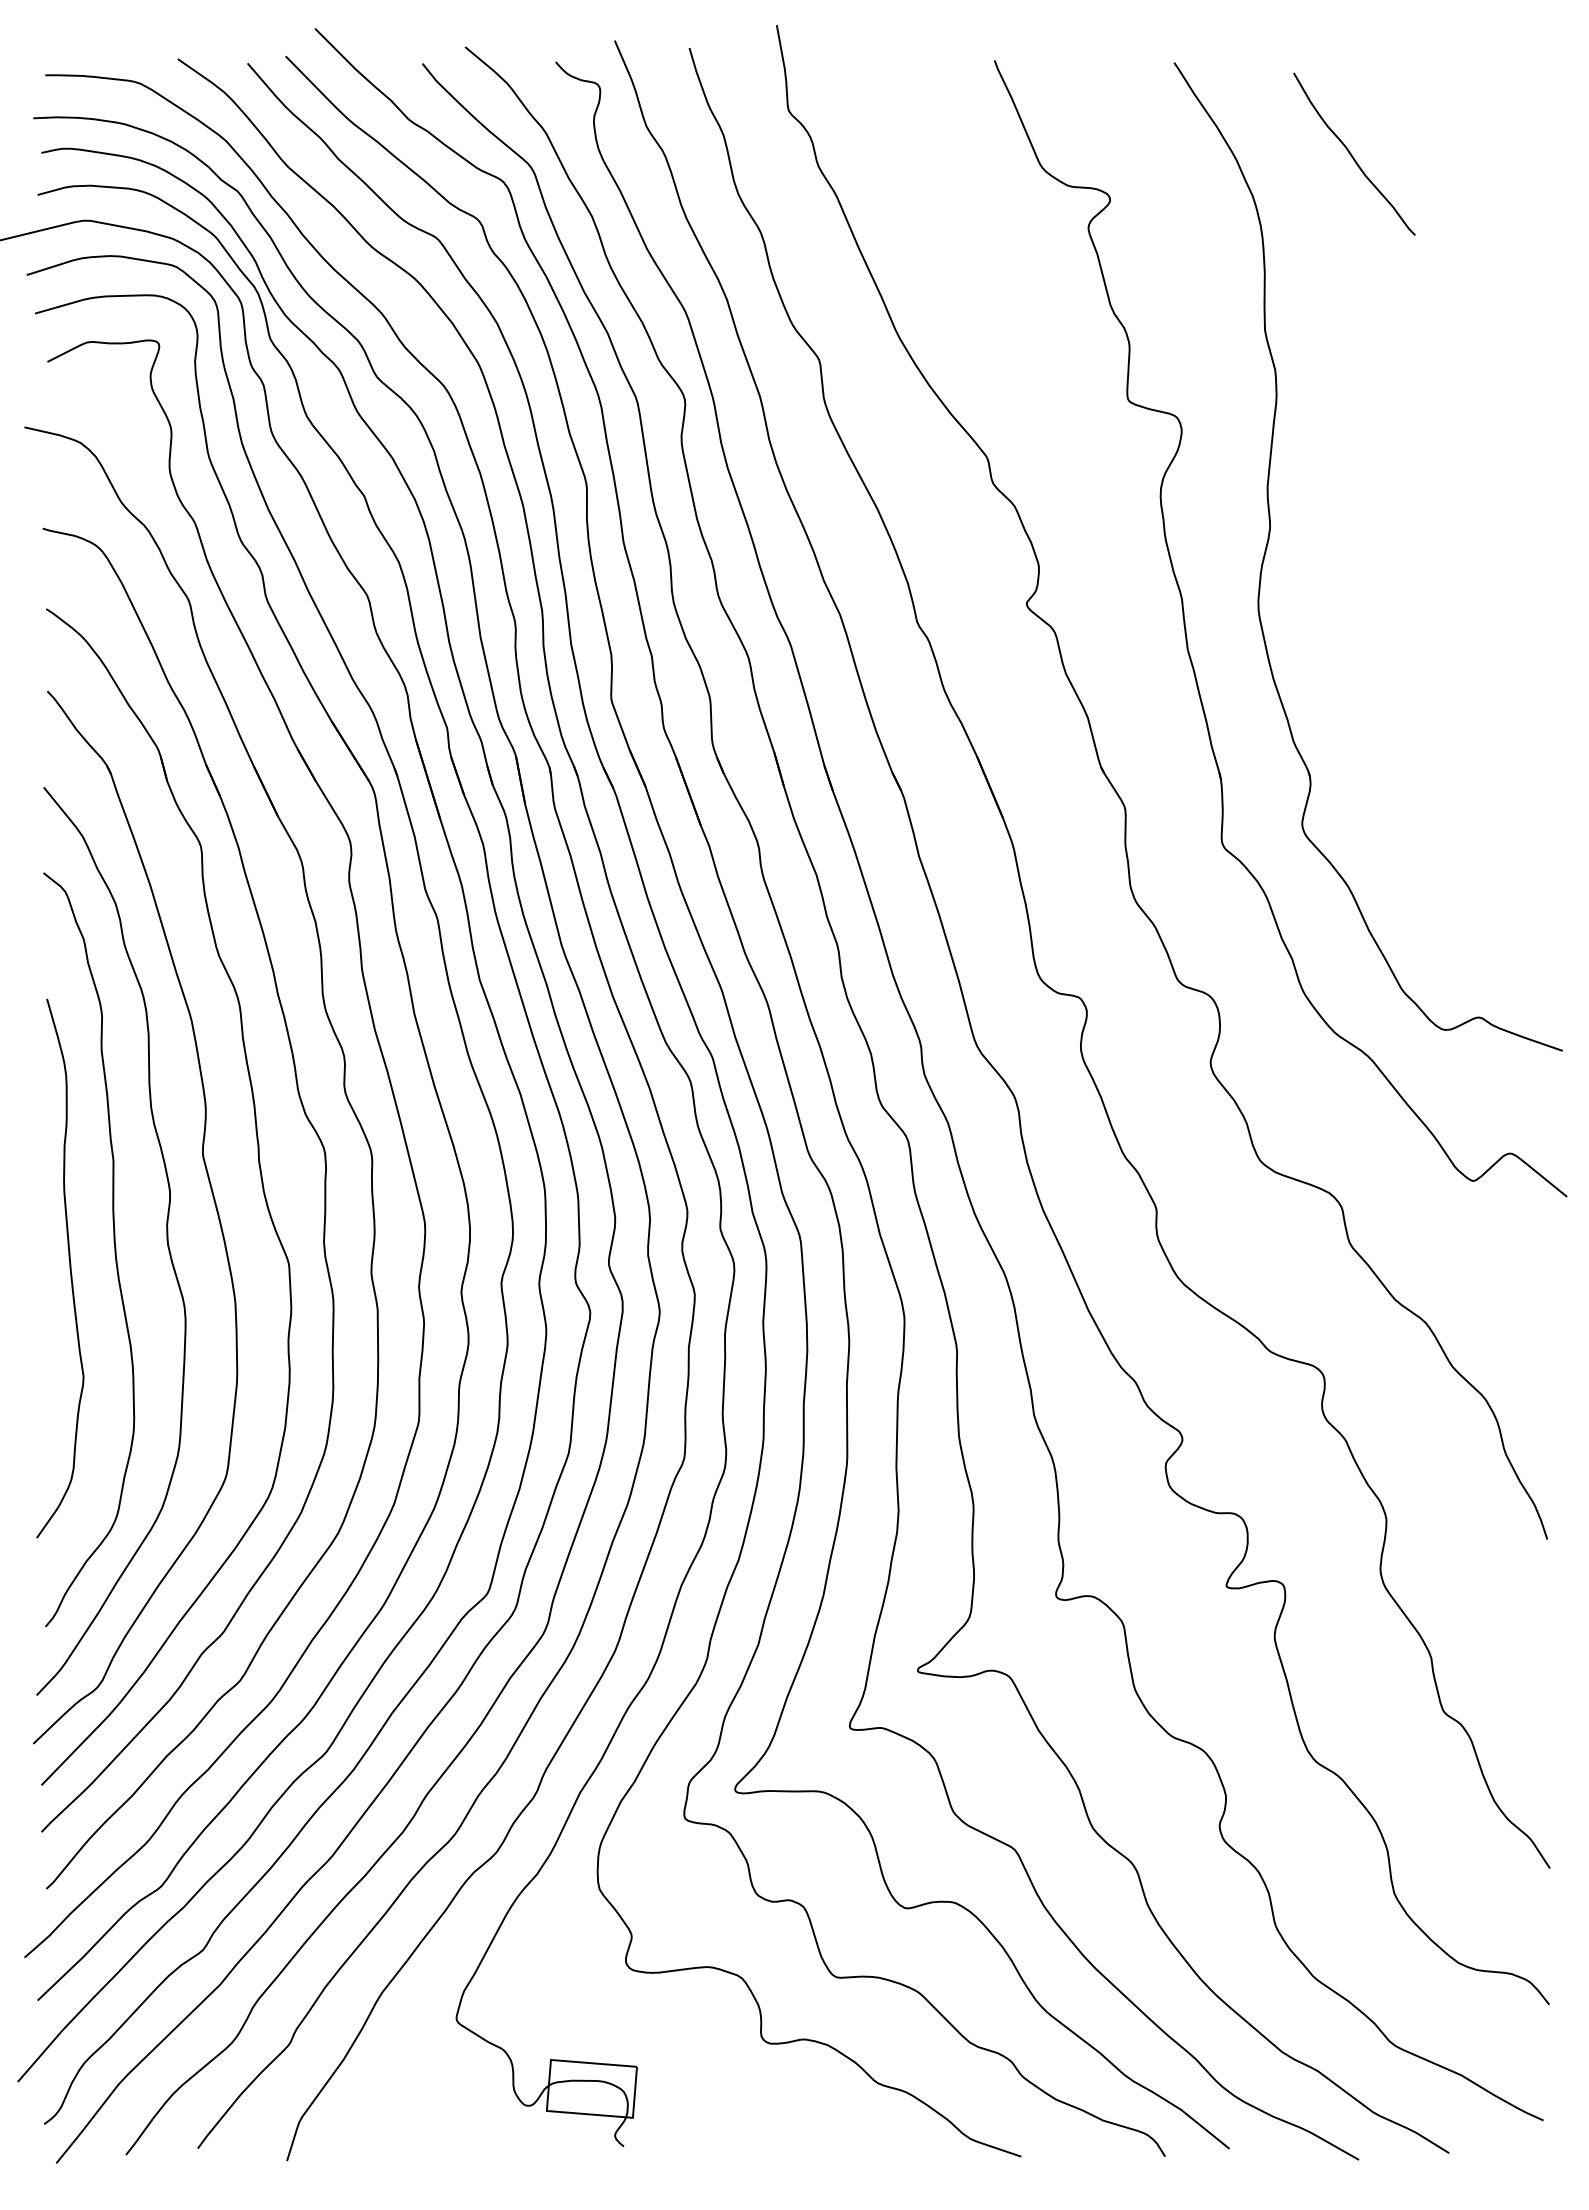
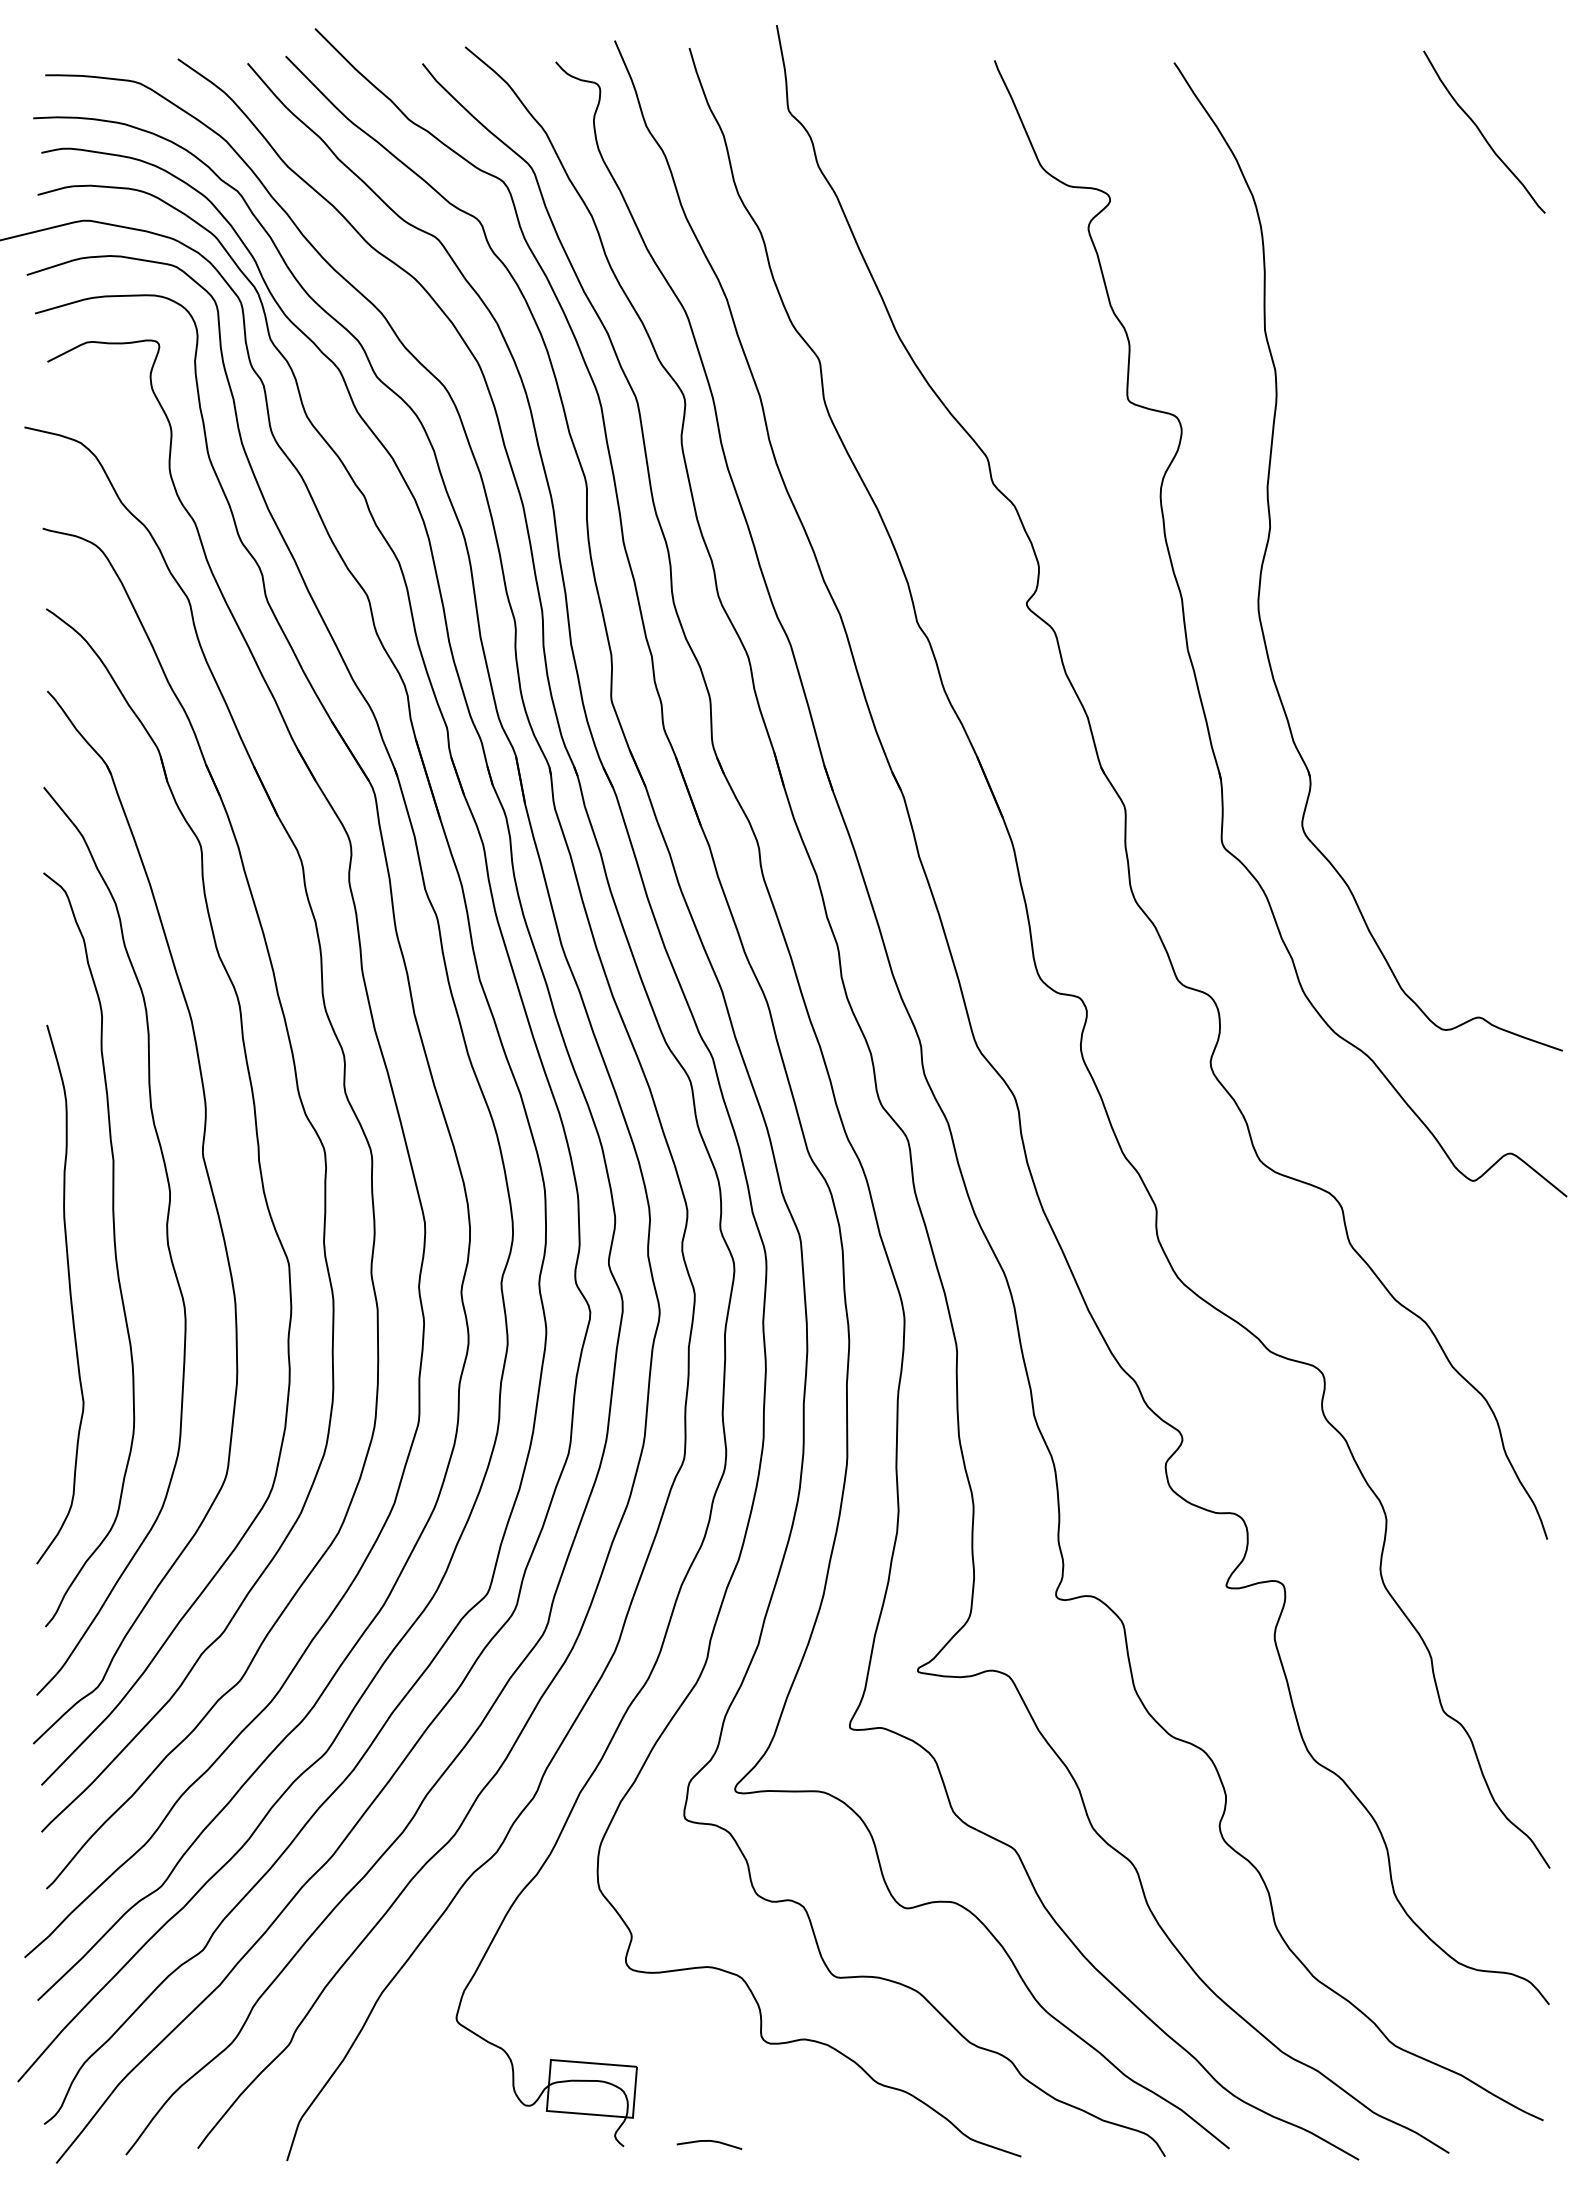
curve at (1352, 155) position: (1352, 155) -> (1482, 133)
curve at (69, 1268) position: (69, 1268) -> (69, 1294)
line at (709, 2141): none -> present
